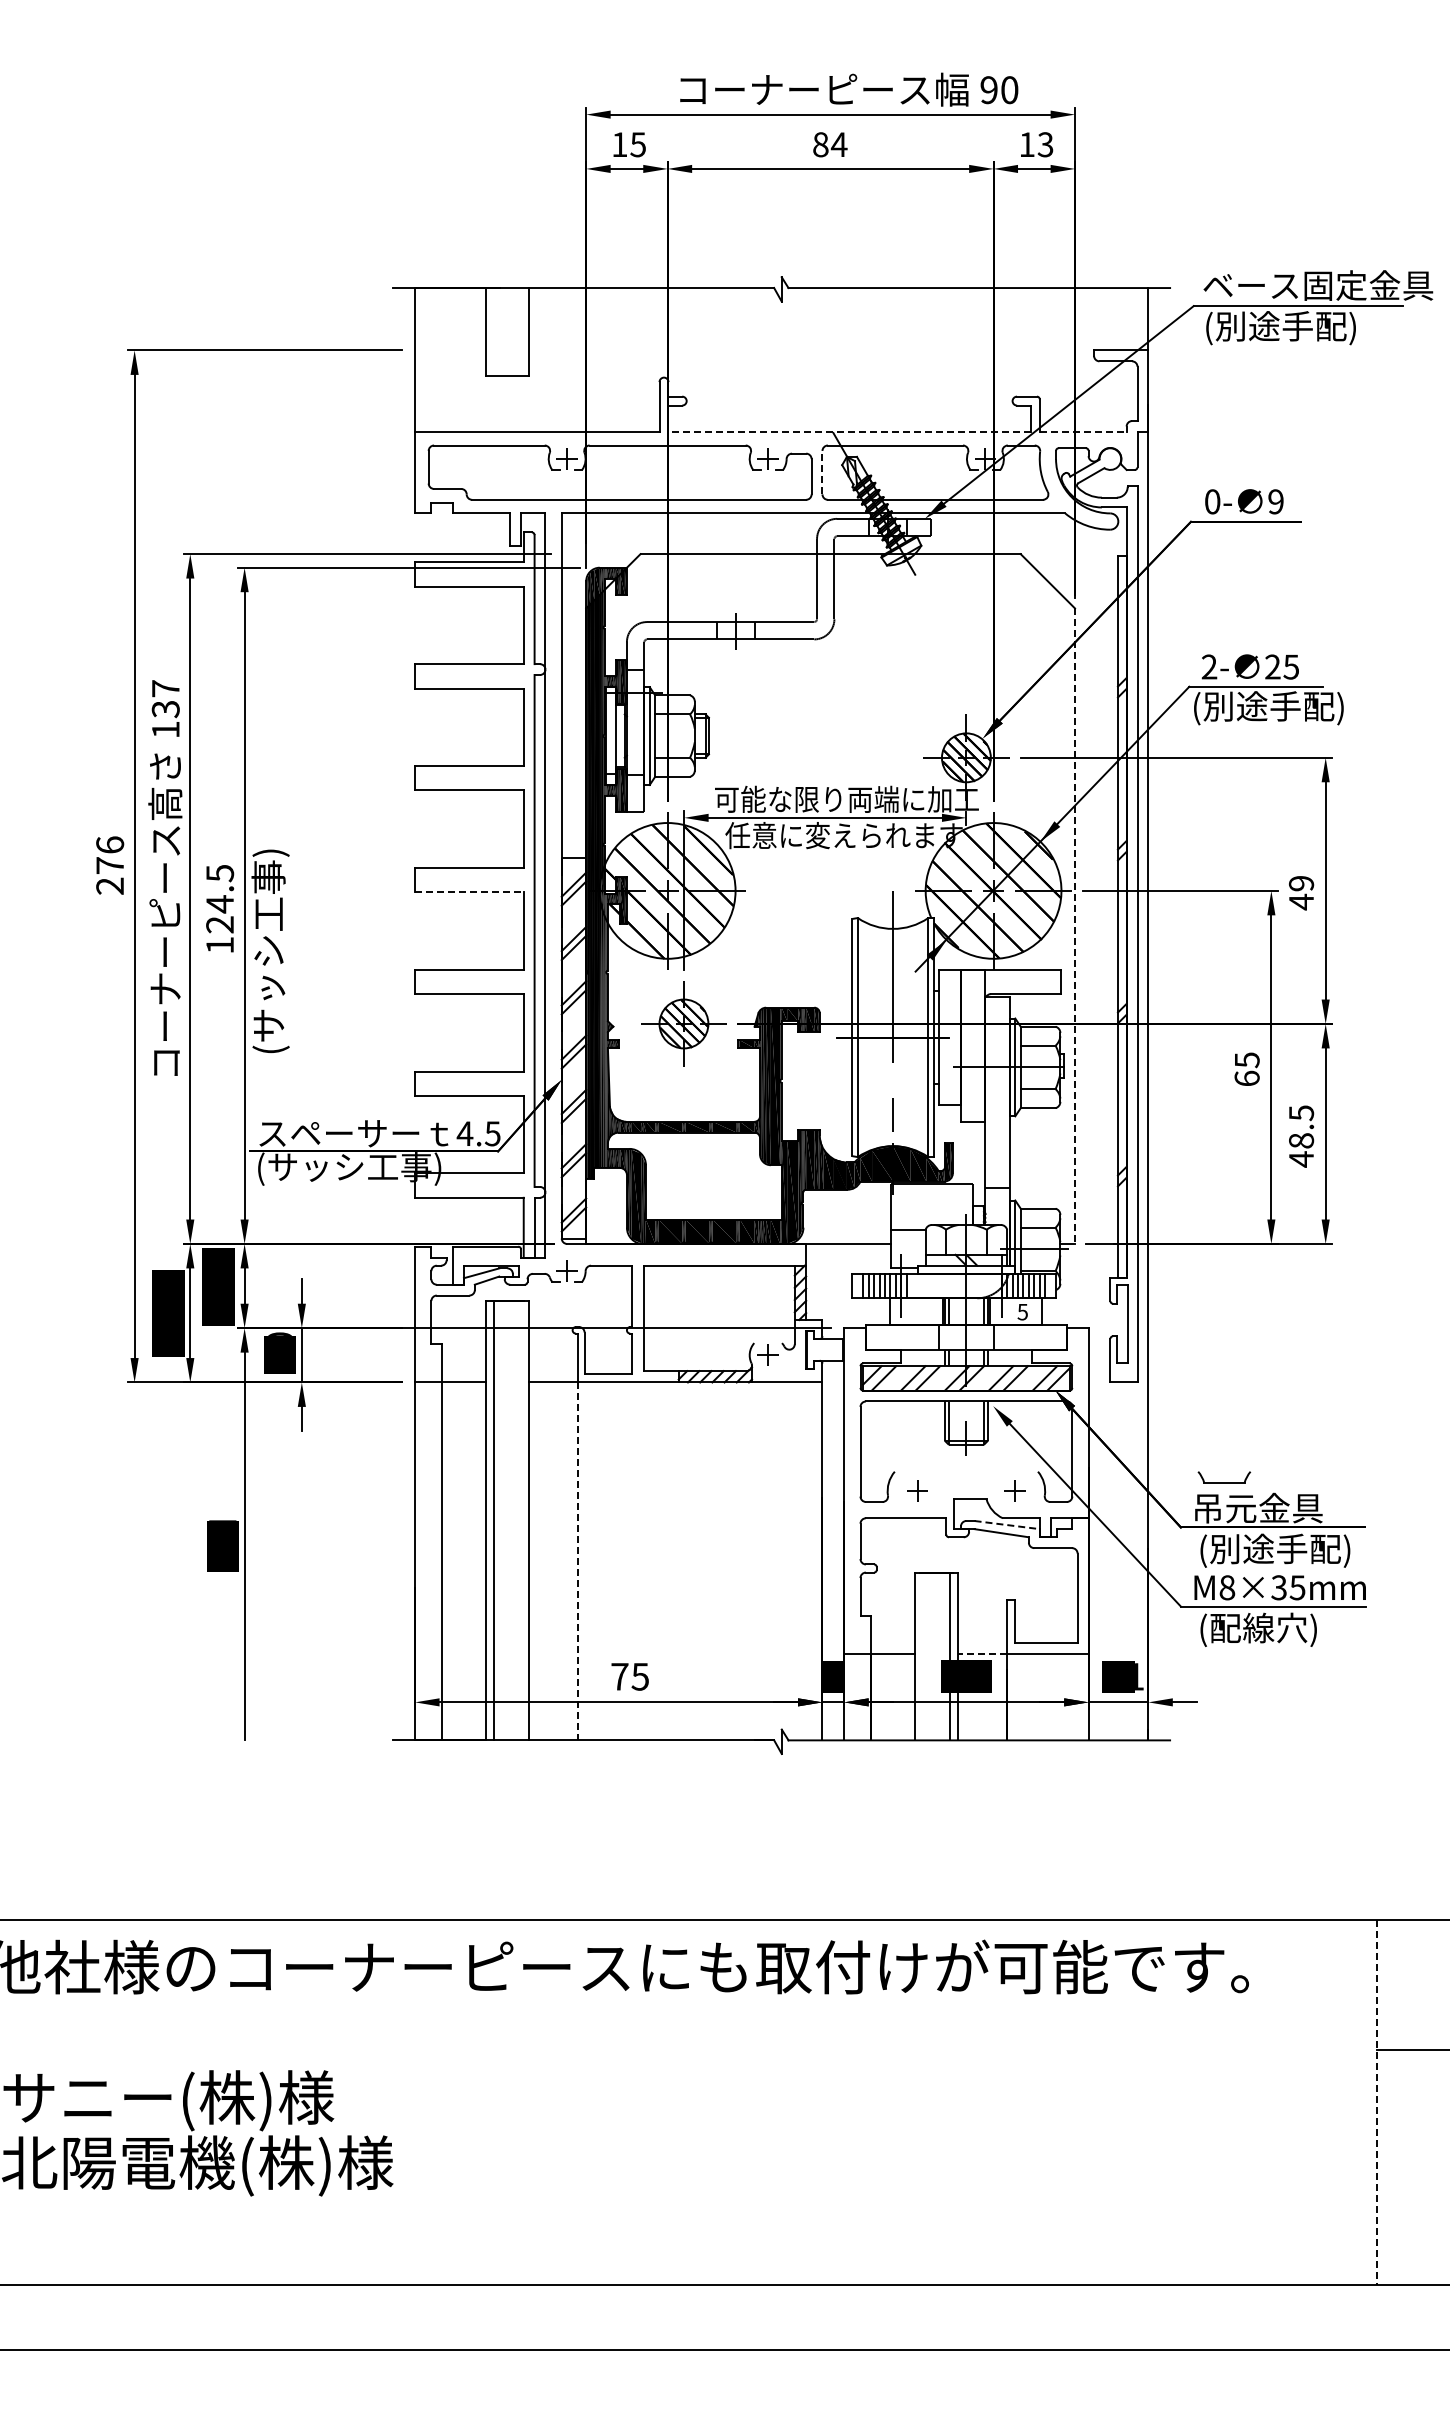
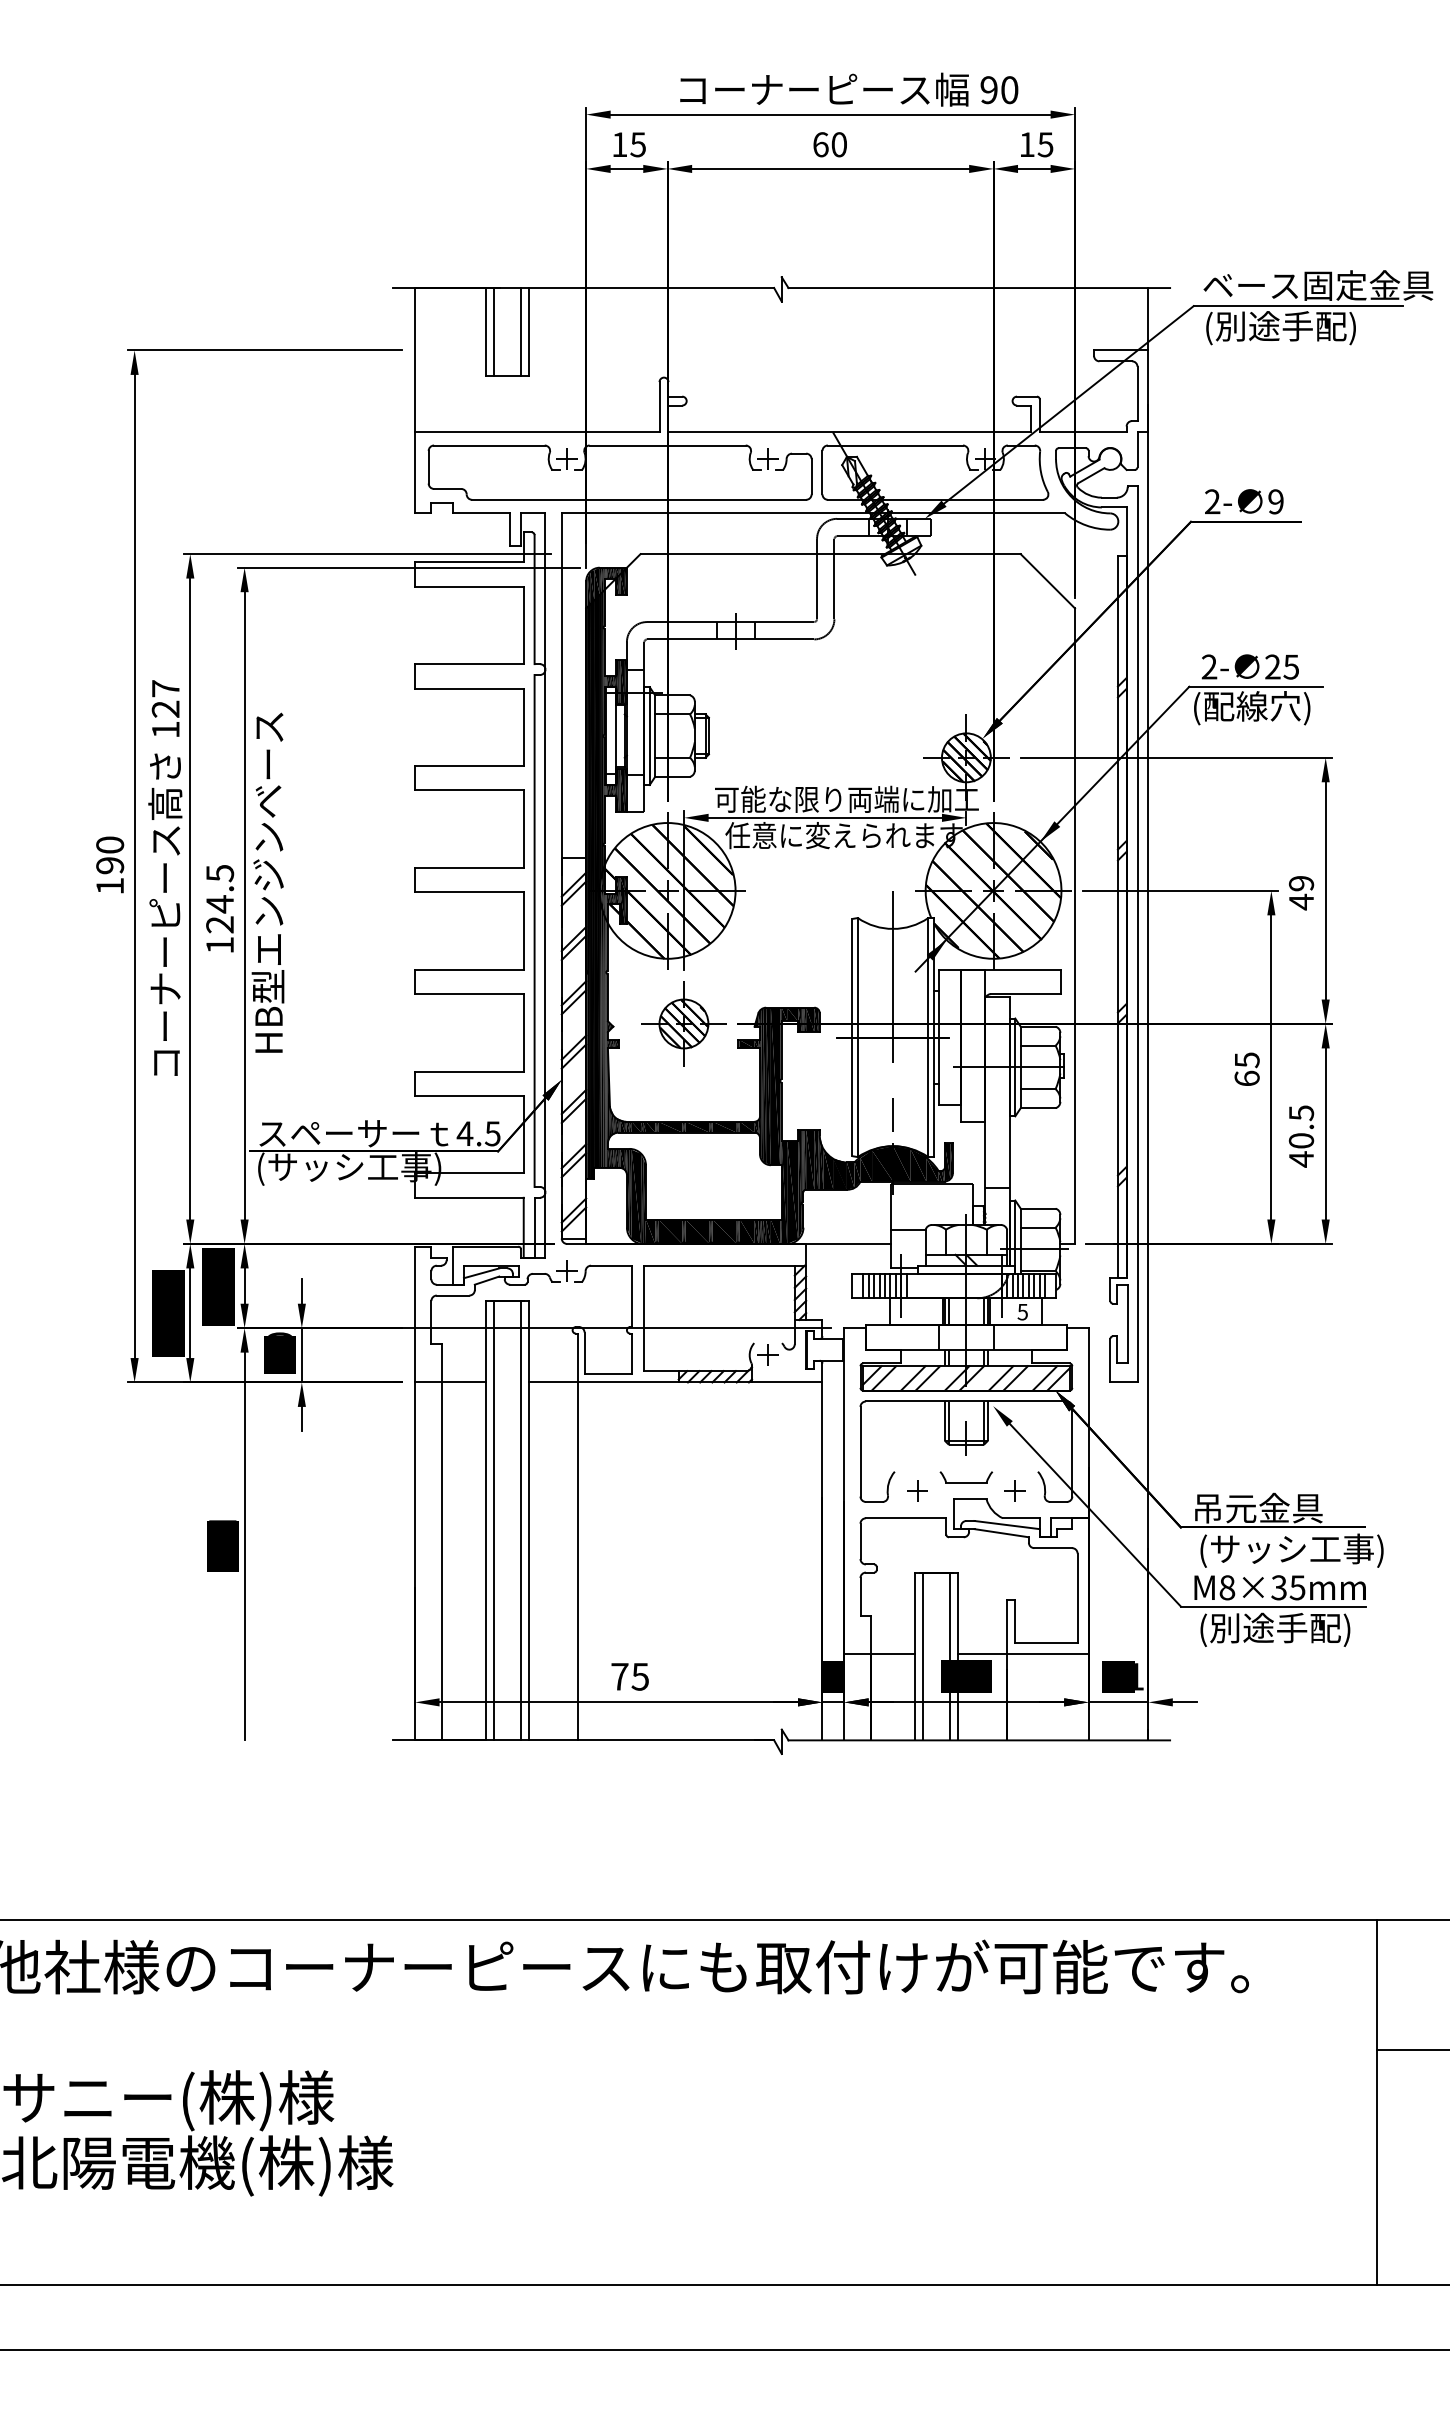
text at (830, 144): 84 -> 60
text at (1045, 144): 13 -> 15
line at (493, 332): none -> present
line at (521, 332): none -> present
line at (849, 431): dashed -> solid
line at (1083, 431): dashed -> solid
line at (822, 472): dashed -> solid
text at (1212, 501): 0- -> 2-
text at (1273, 708): (別途手配) -> (配線穴)
text at (165, 709): 137 -> 127
text at (110, 865): 276 -> 190
text at (270, 882): (サッシ工事) -> HB型エンジンベース
line at (469, 892): dashed -> solid
line at (1075, 926): dashed -> solid
text at (1301, 1140): 48.5 -> 40.5
part at (1224, 1477) position: (1224, 1477) -> (966, 1477)
line at (521, 1520): none -> present
line at (1007, 1525): dashed -> solid
text at (1296, 1550): (別途手配) -> (サッシ工事)
line at (578, 1561): dashed -> solid
text at (1280, 1629): (配線穴) -> (別途手配)
line at (982, 1654): dashed -> solid
line at (922, 1656): none -> present
line at (1377, 2102): dashed -> solid
